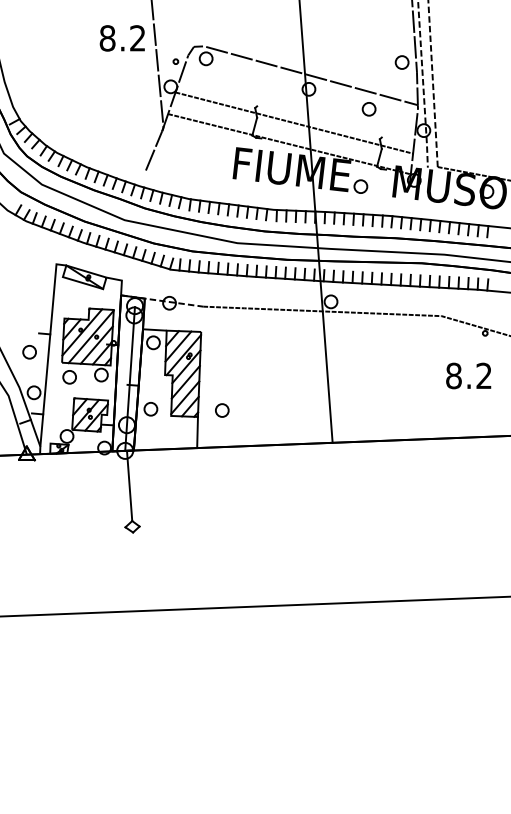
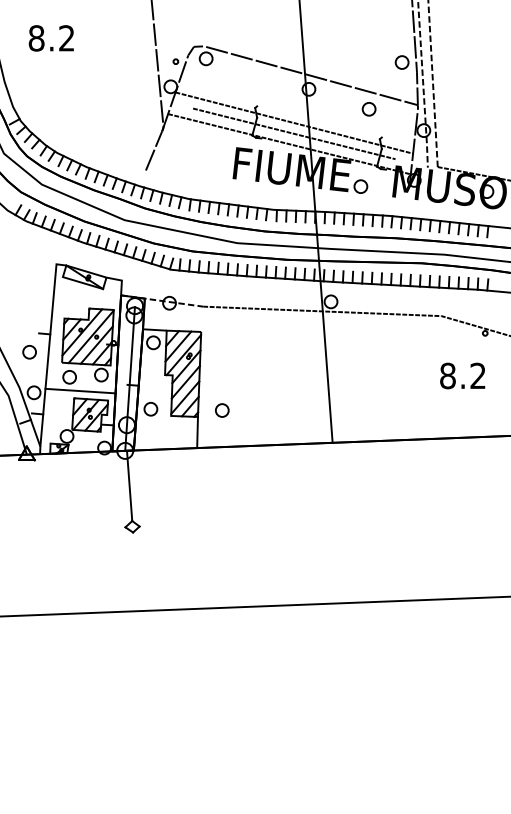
text at (121, 38) position: (121, 38) -> (50, 38)
line at (294, 133): none -> present
text at (468, 375) position: (468, 375) -> (462, 375)
line at (80, 390): none -> present
